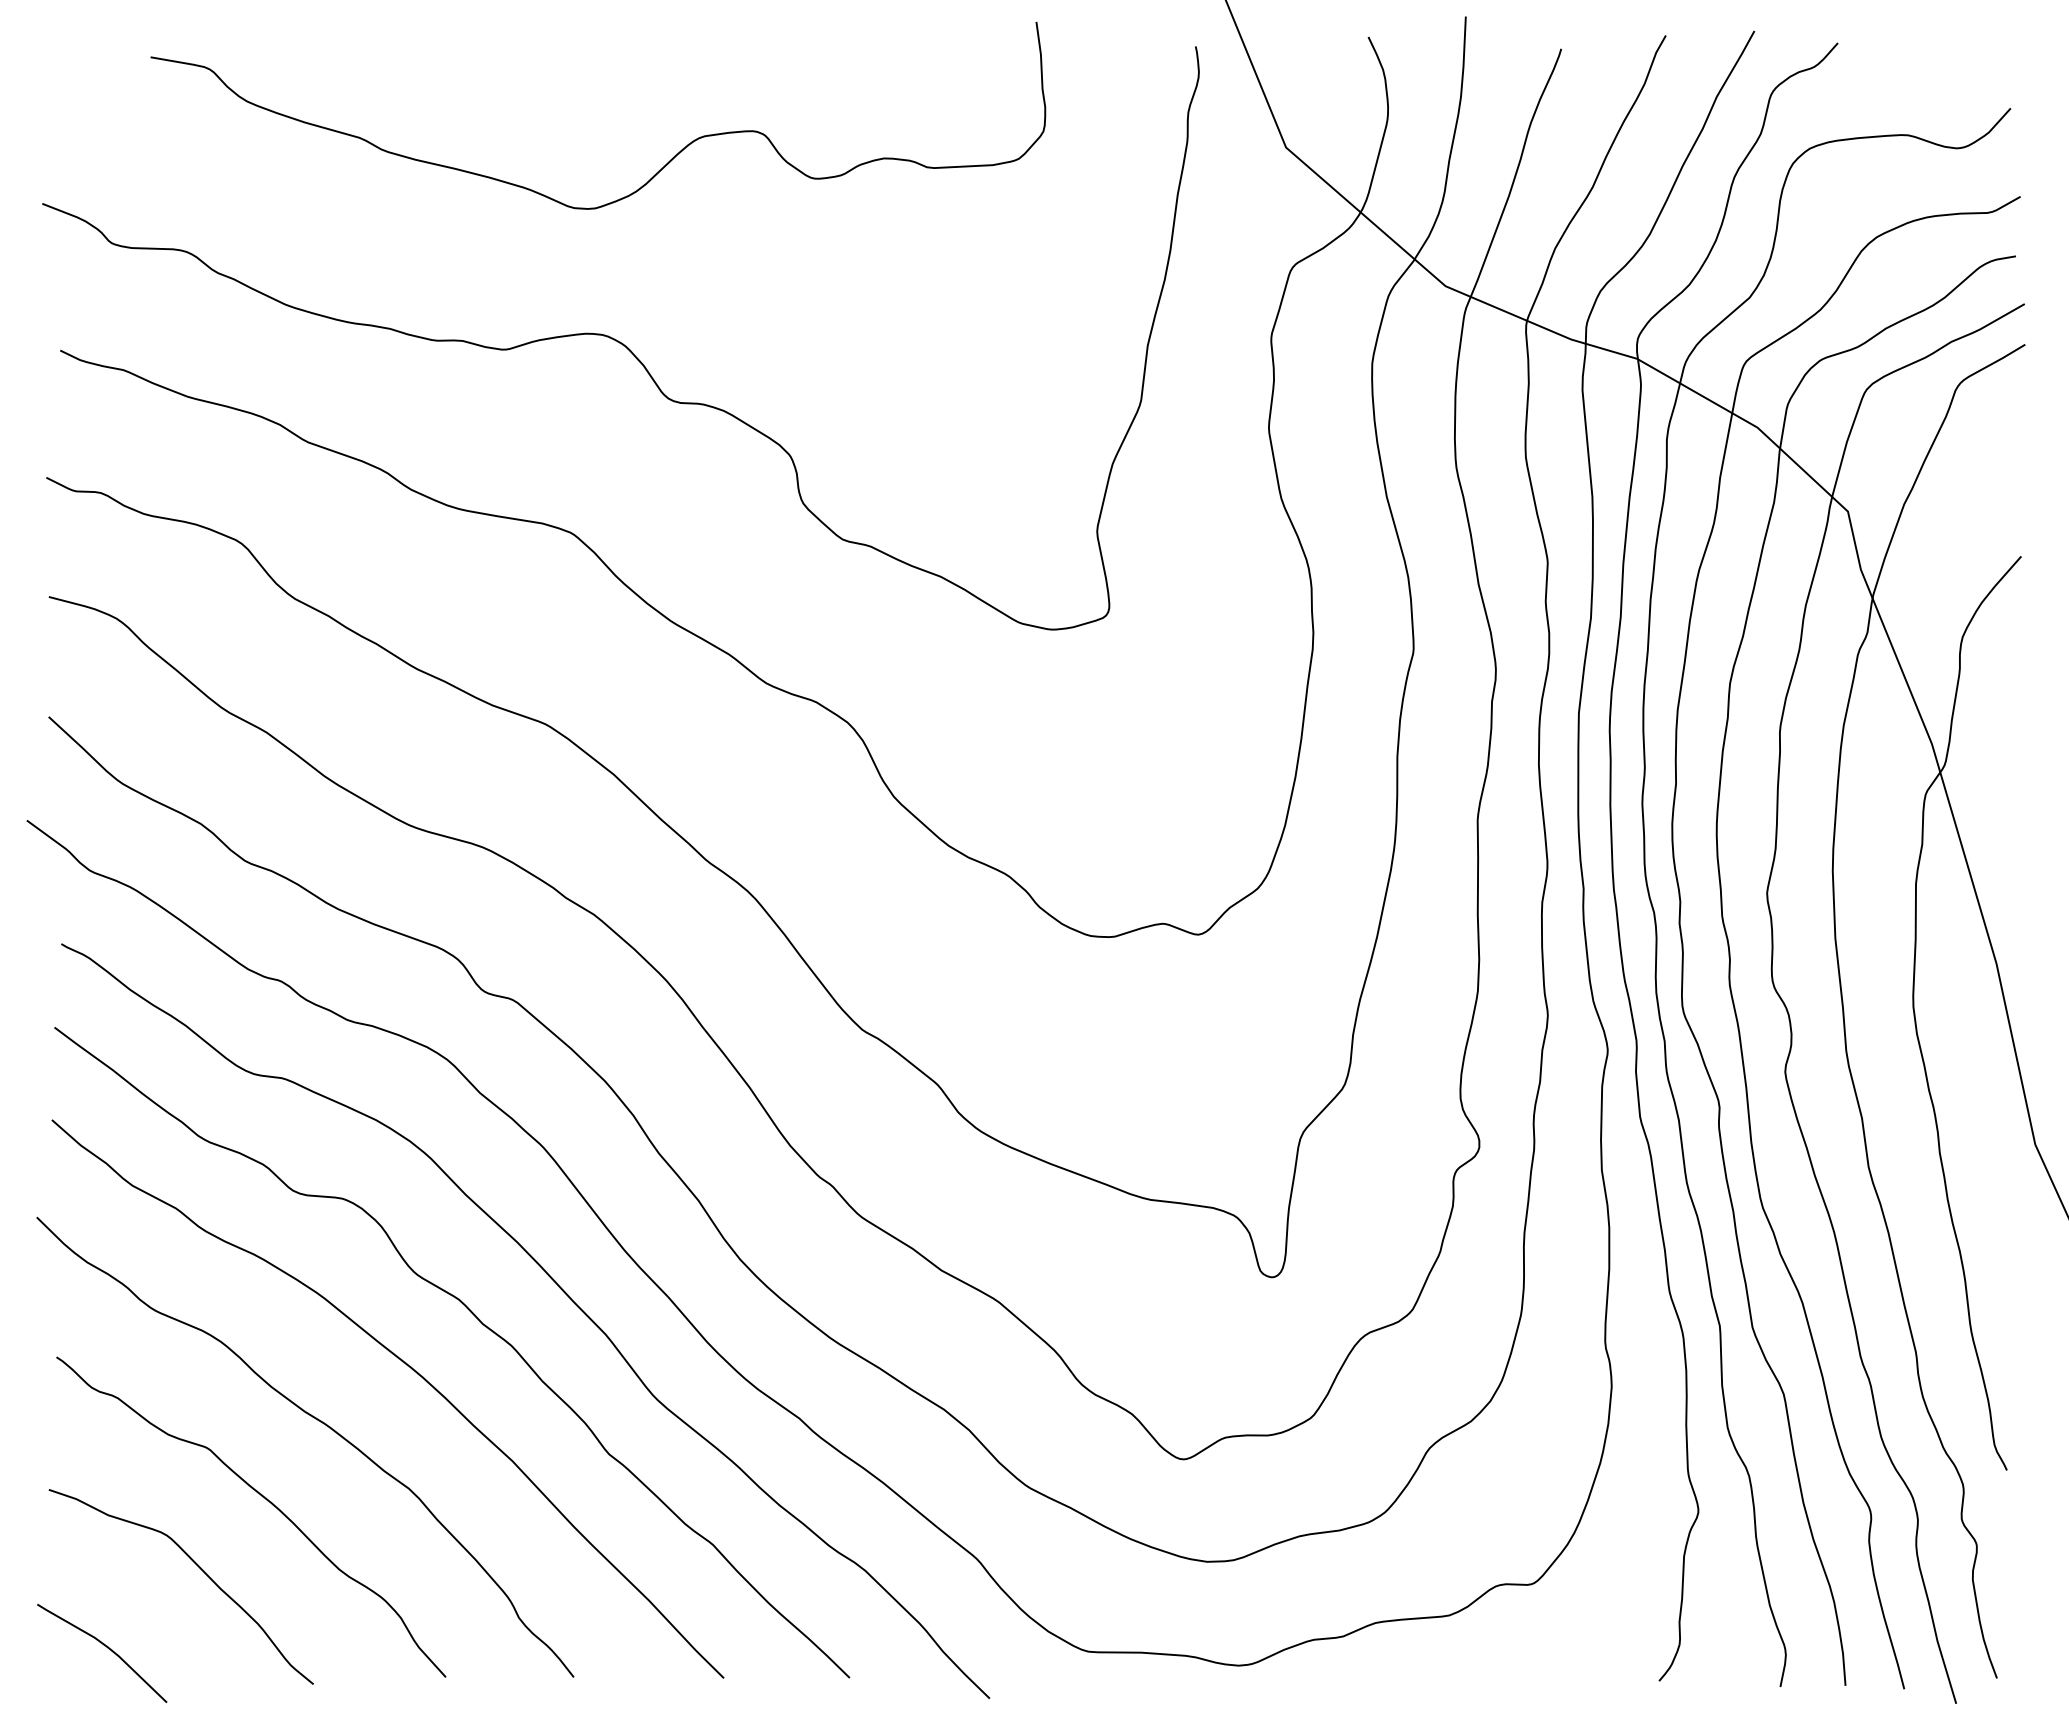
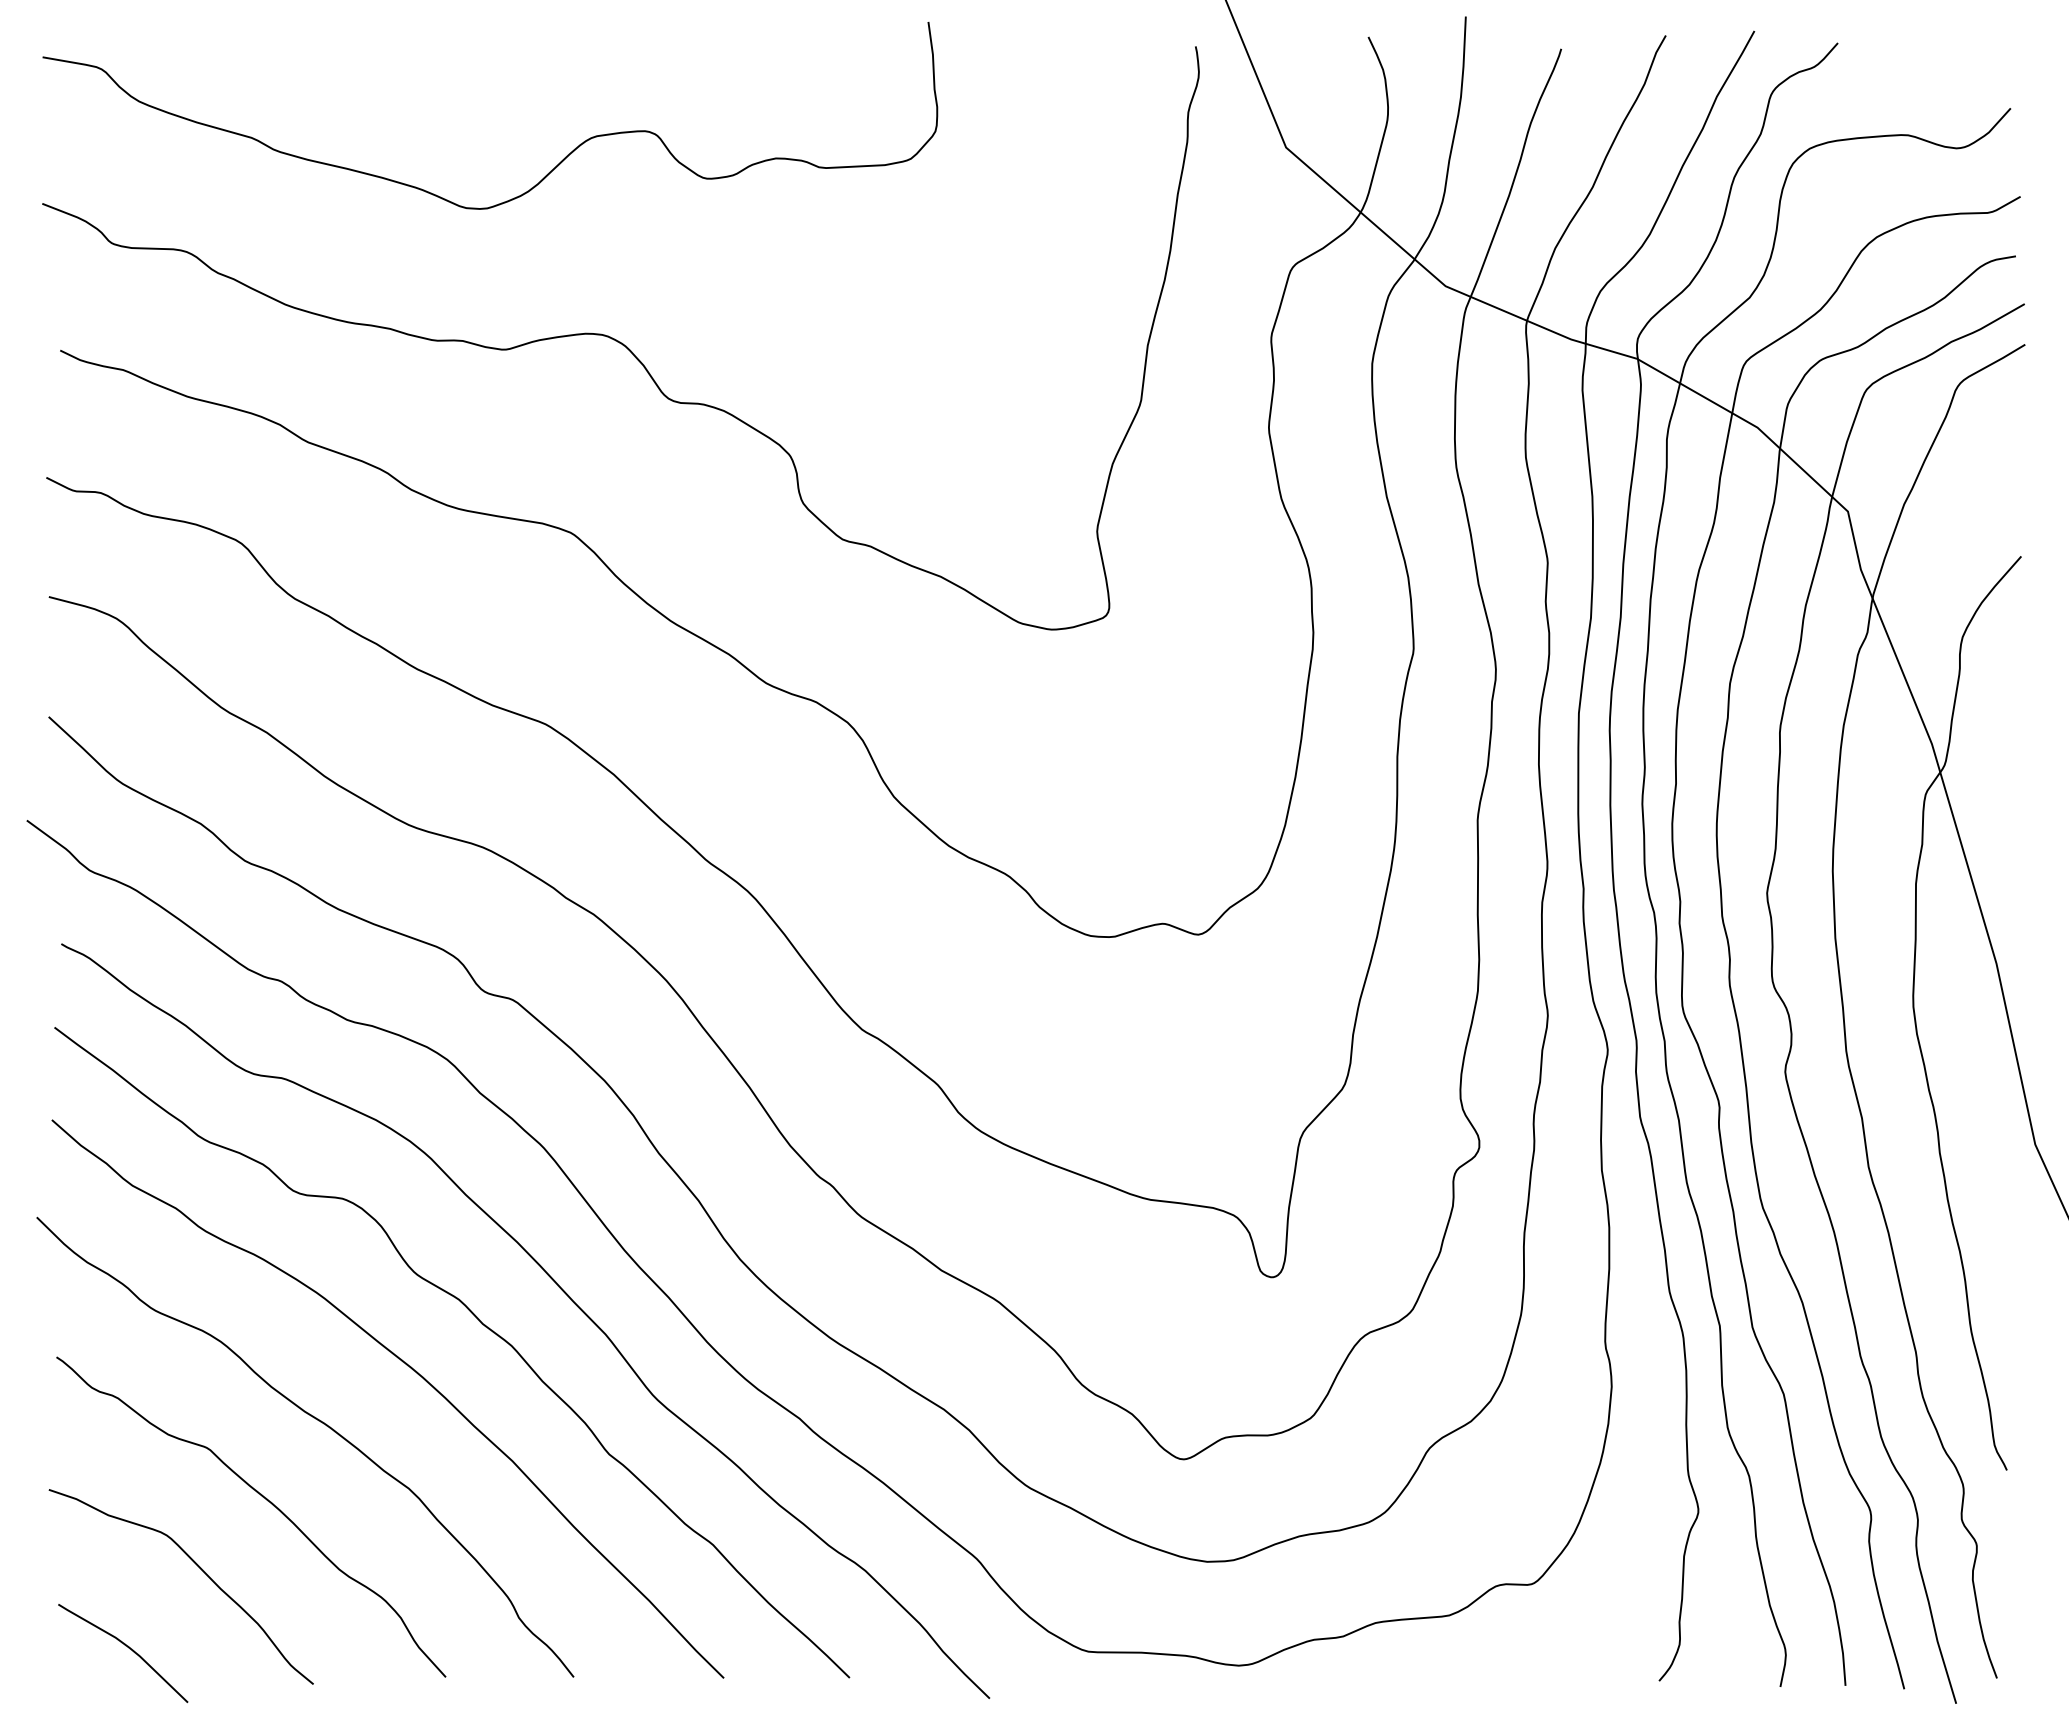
curve at (656, 172) position: (656, 172) -> (548, 172)
curve at (107, 1648) position: (107, 1648) -> (128, 1648)
